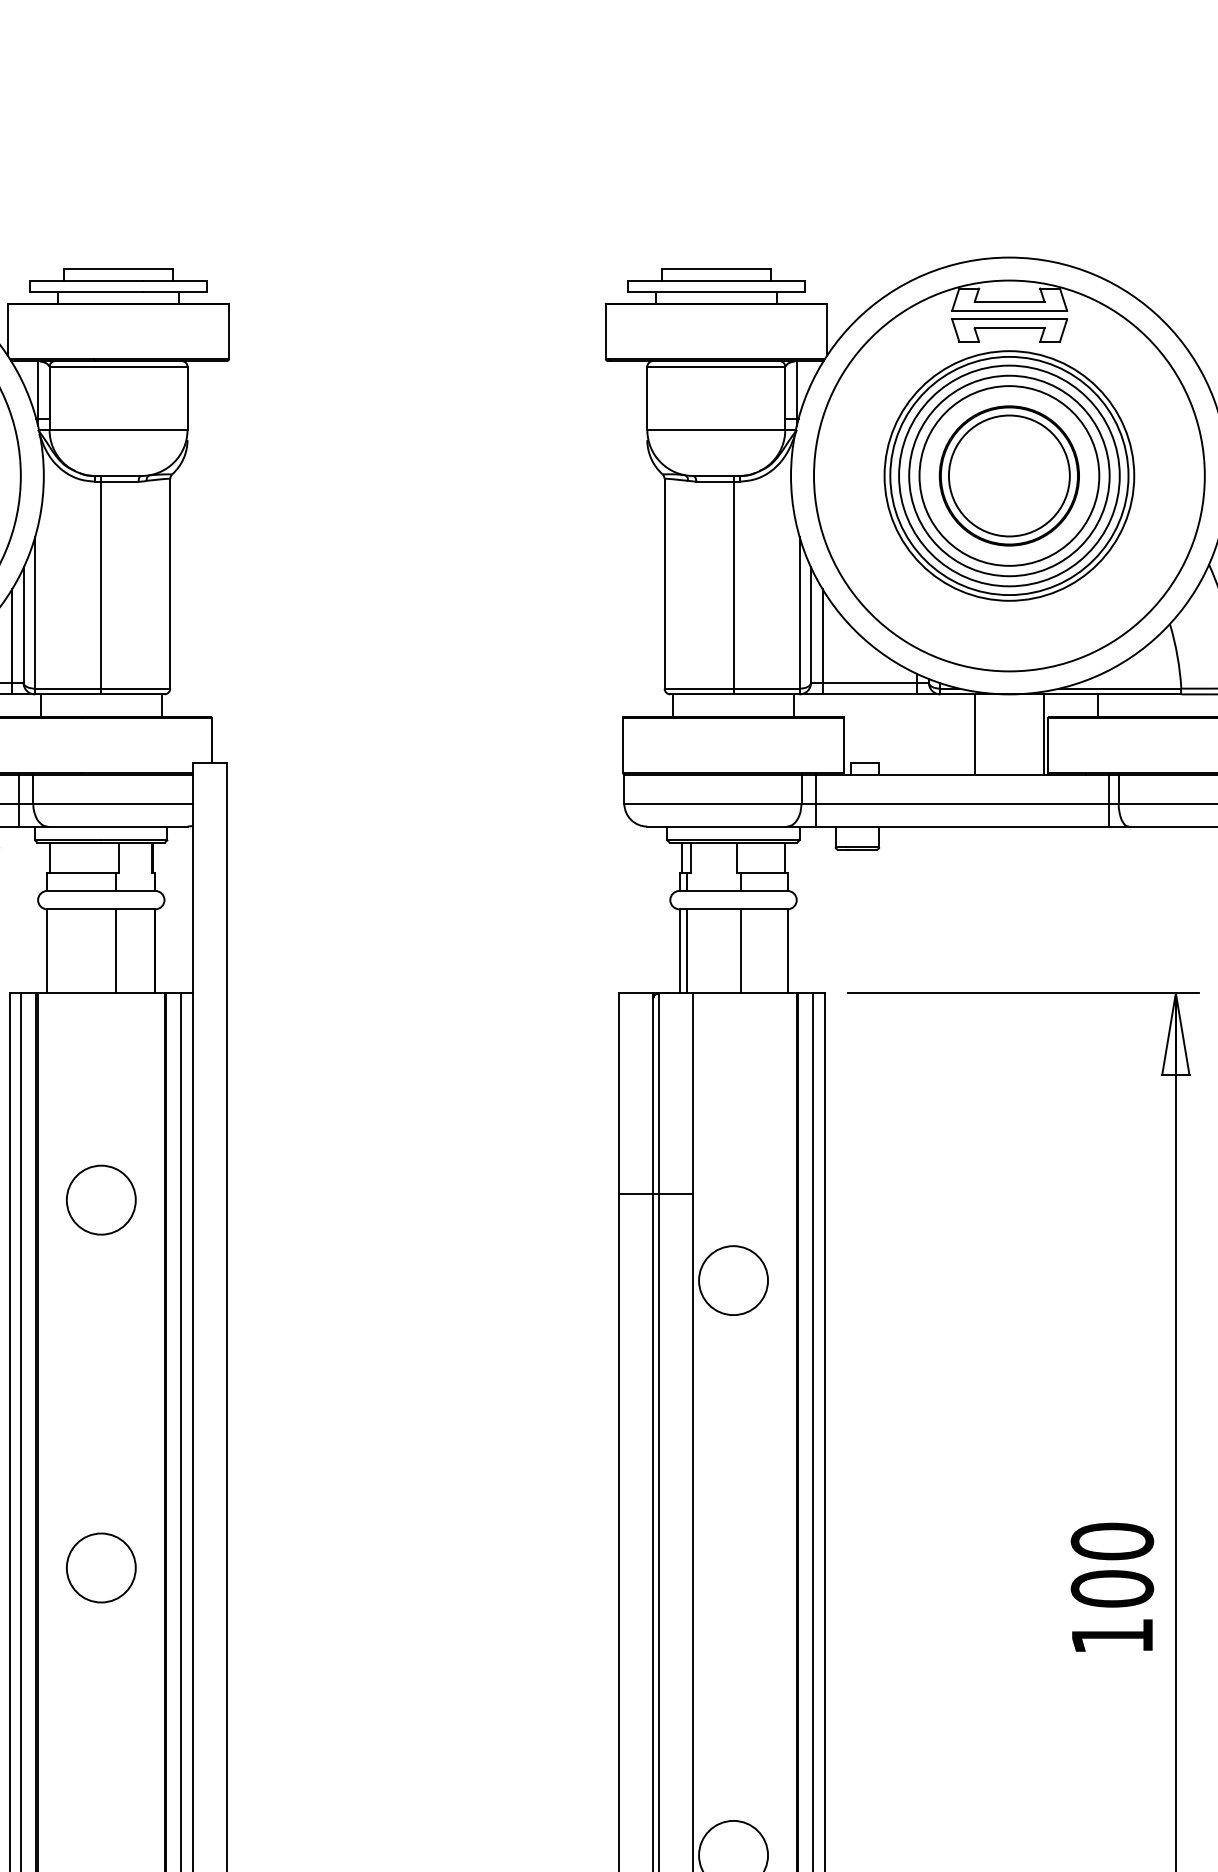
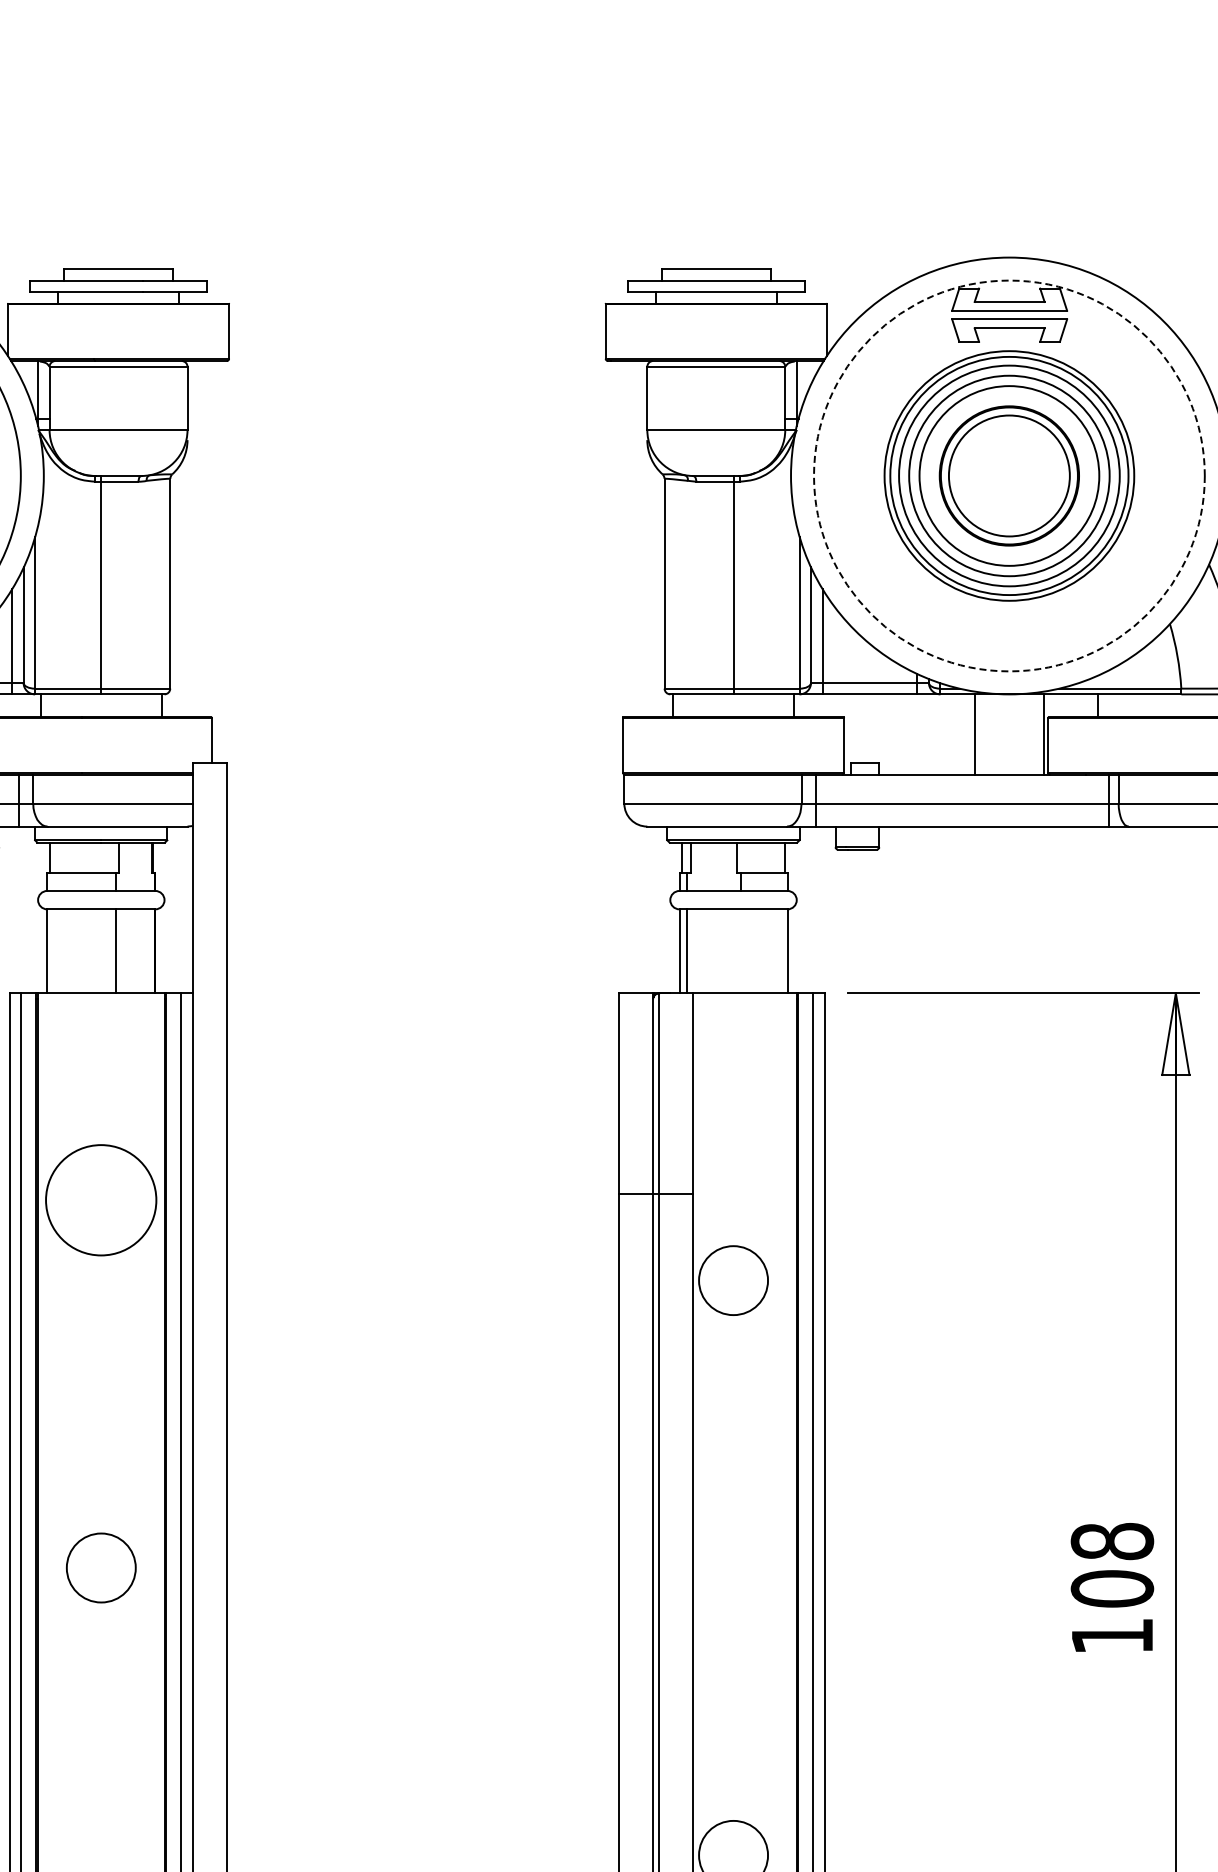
circle at (1009, 475): solid -> dashed
line at (741, 951): present -> none
circle at (101, 1199) size: 71x72 px -> 113x113 px
text at (1112, 1541): 100 -> 108
